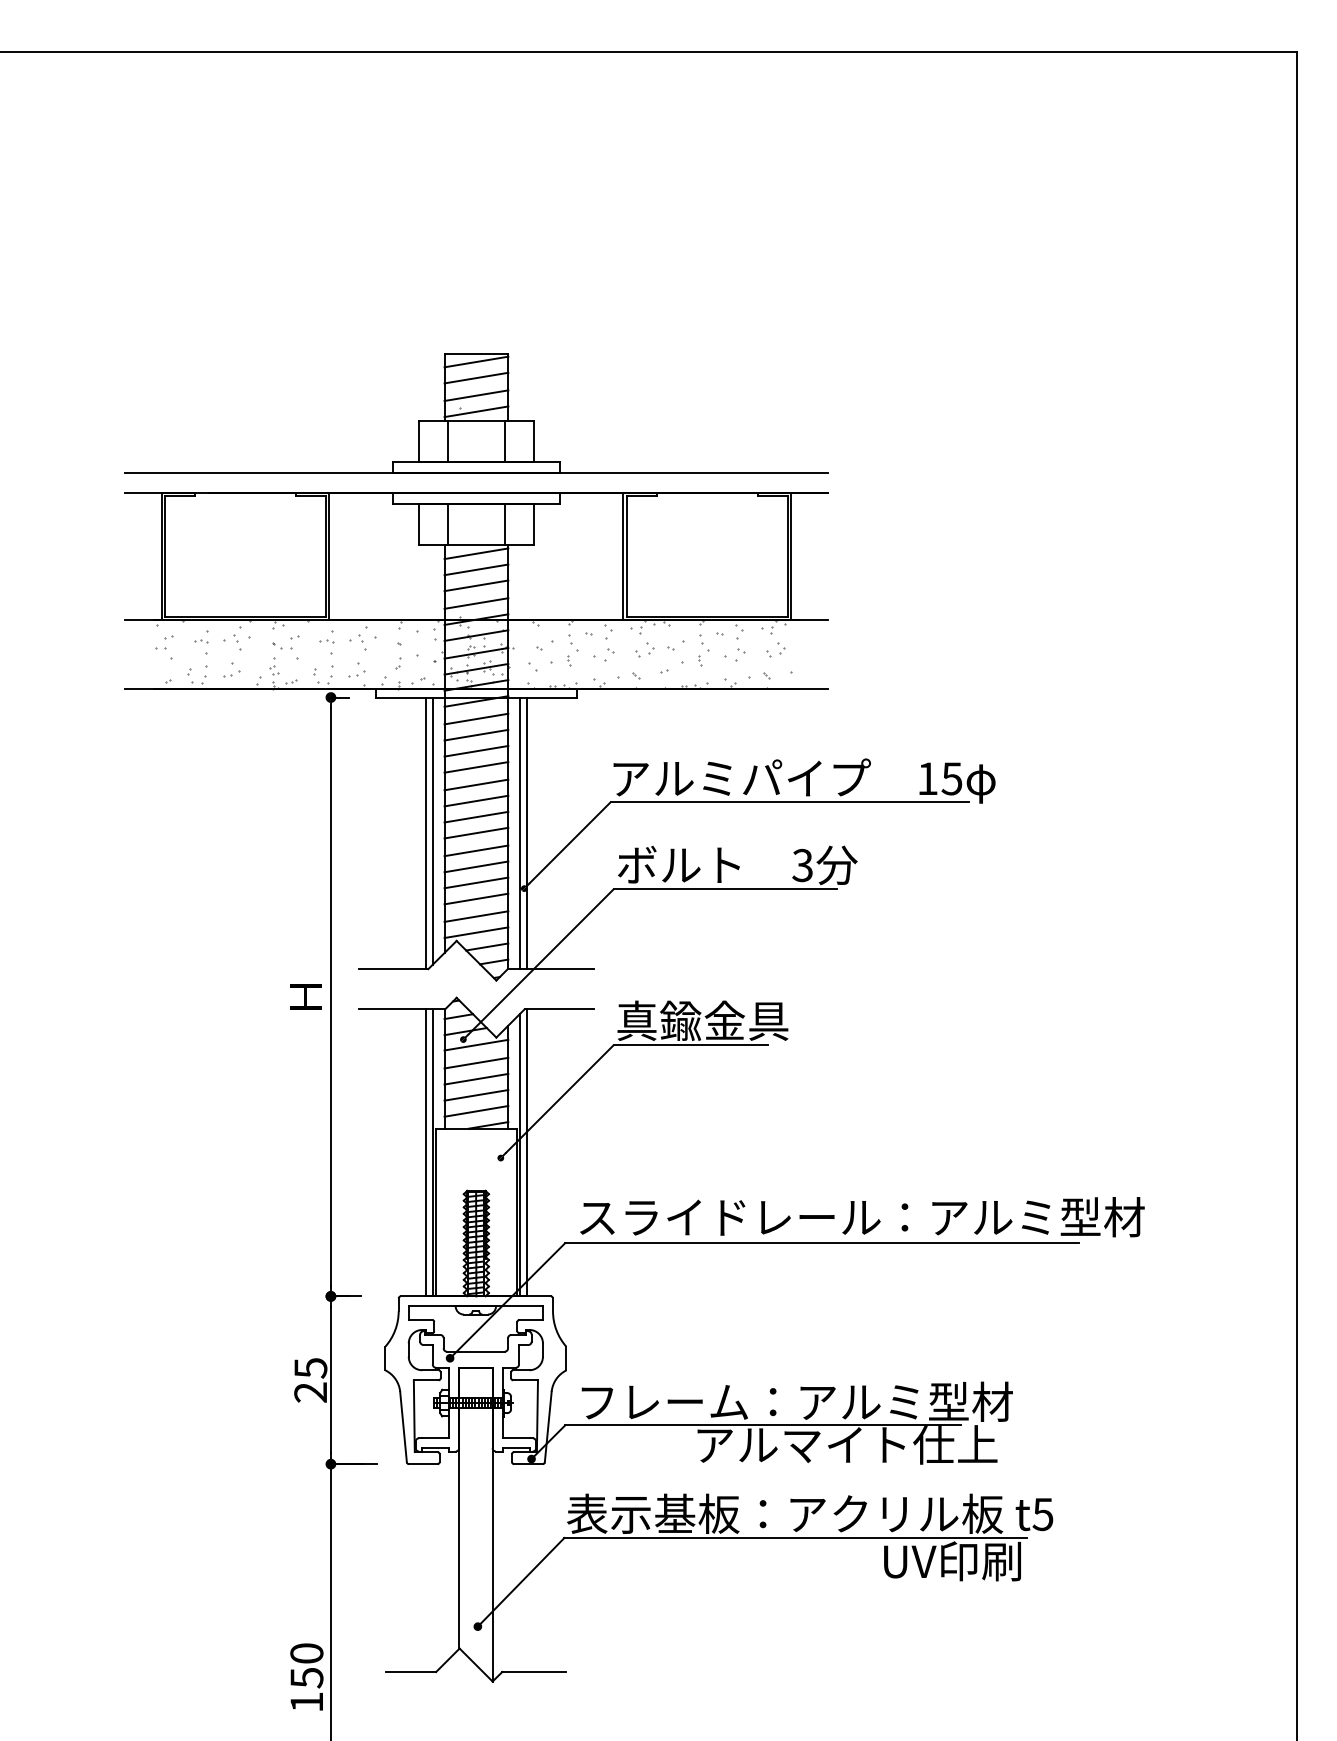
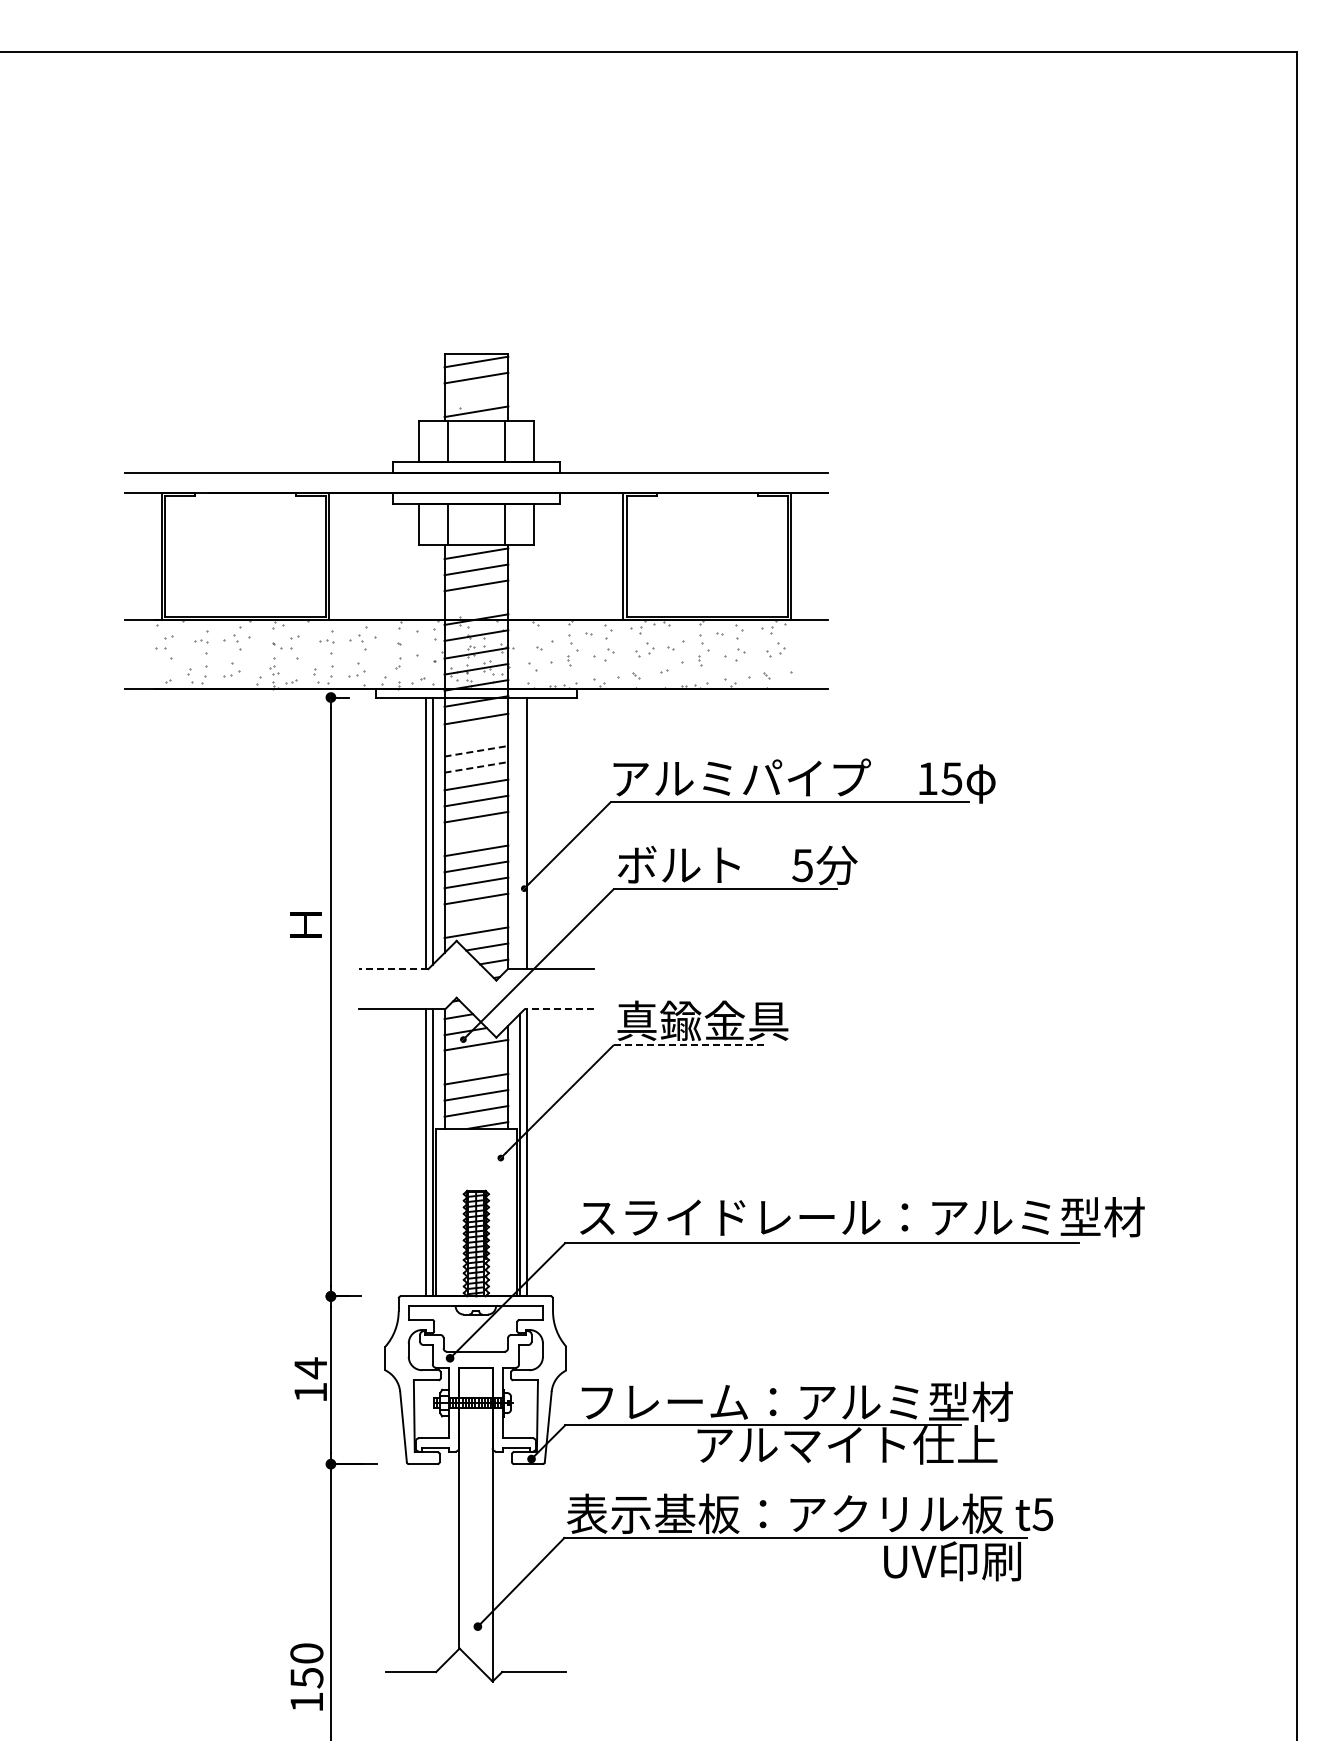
line at (476, 395): present -> none
line at (476, 603): present -> none
line at (476, 734): present -> none
line at (476, 751): solid -> dashed
line at (476, 767): solid -> dashed
line at (476, 832): present -> none
line at (520, 833): present -> none
text at (802, 864): 3 -> 5
line at (476, 916): present -> none
line at (393, 969): solid -> dashed
text at (305, 996) position: (305, 996) -> (305, 924)
line at (559, 1009): solid -> dashed
line at (691, 1044): solid -> dashed
line at (476, 1062): present -> none
text at (310, 1379): 25 -> 14
